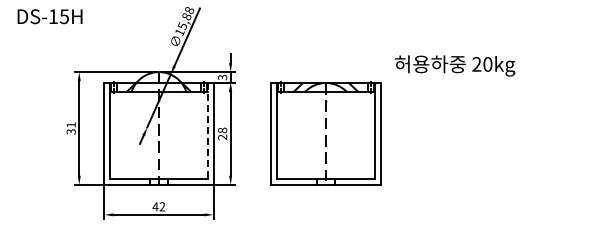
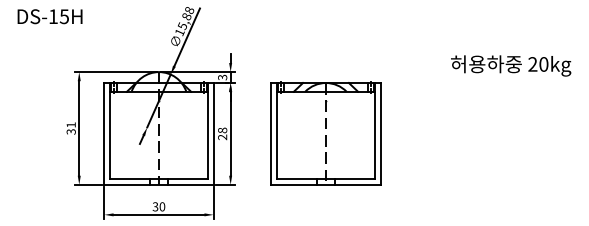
text at (455, 65) position: (455, 65) -> (511, 65)
line at (208, 131): dashed -> solid
text at (158, 206): 42 -> 30
